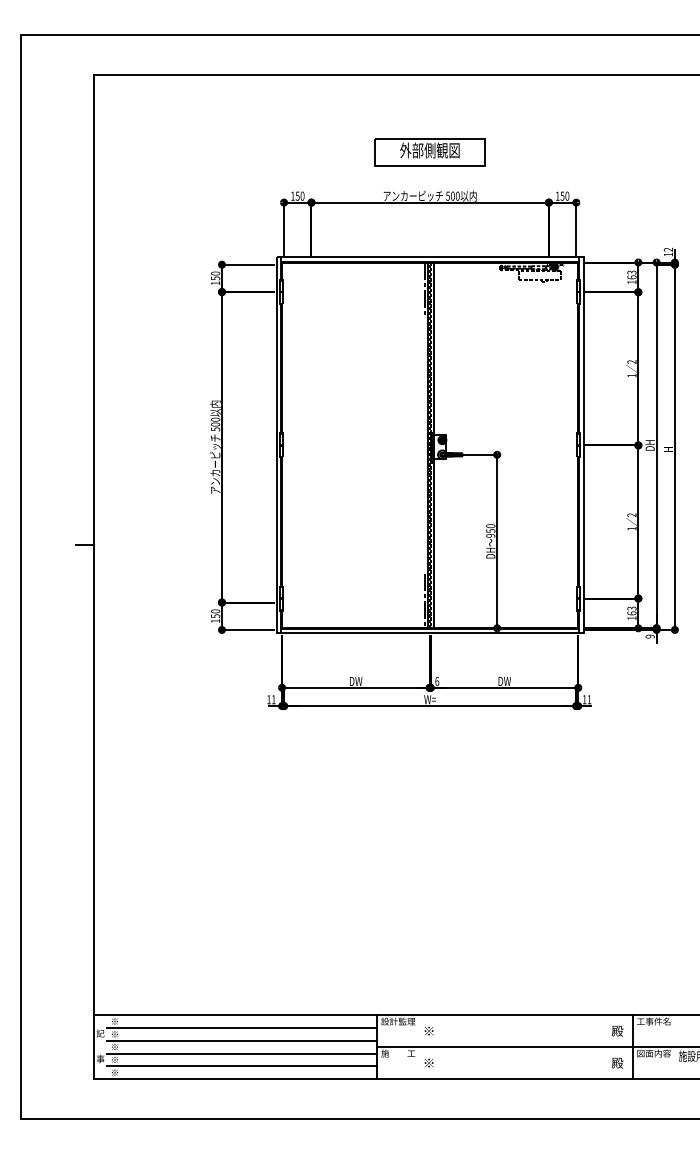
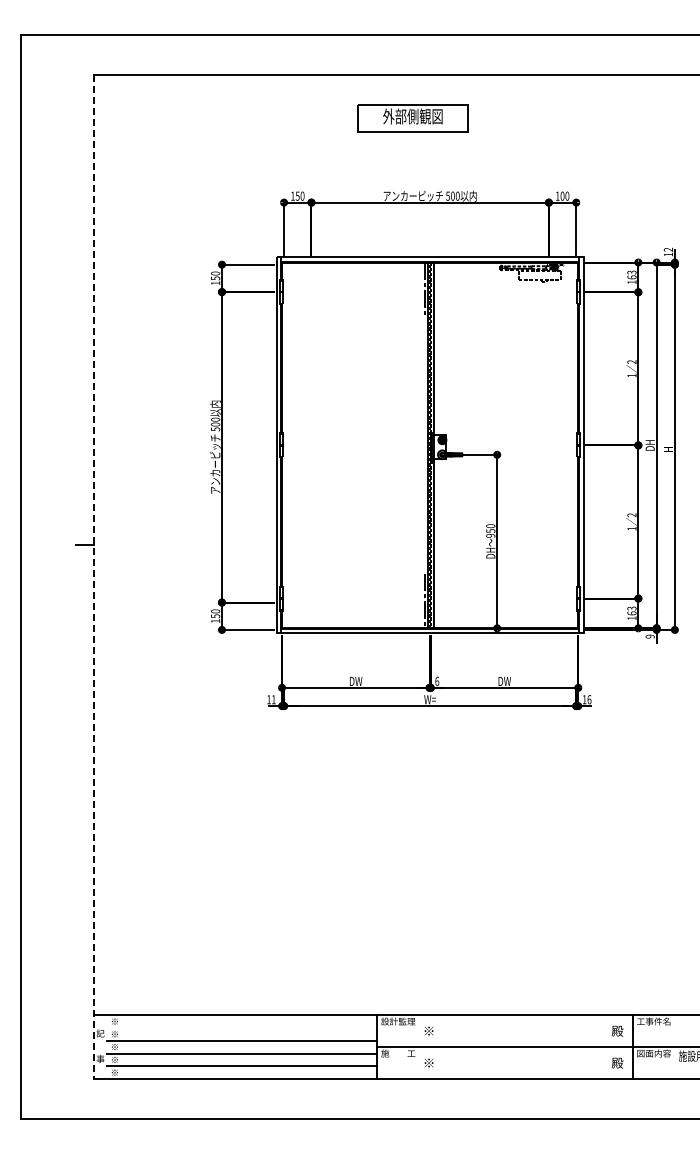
part at (429, 152) position: (429, 152) -> (412, 118)
text at (562, 195): 150 -> 100
line at (94, 577): solid -> dashed
text at (589, 699): 11 -> 16
line at (241, 1028): present -> none
